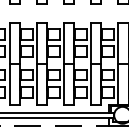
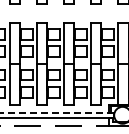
line at (57, 112): solid -> dashed
